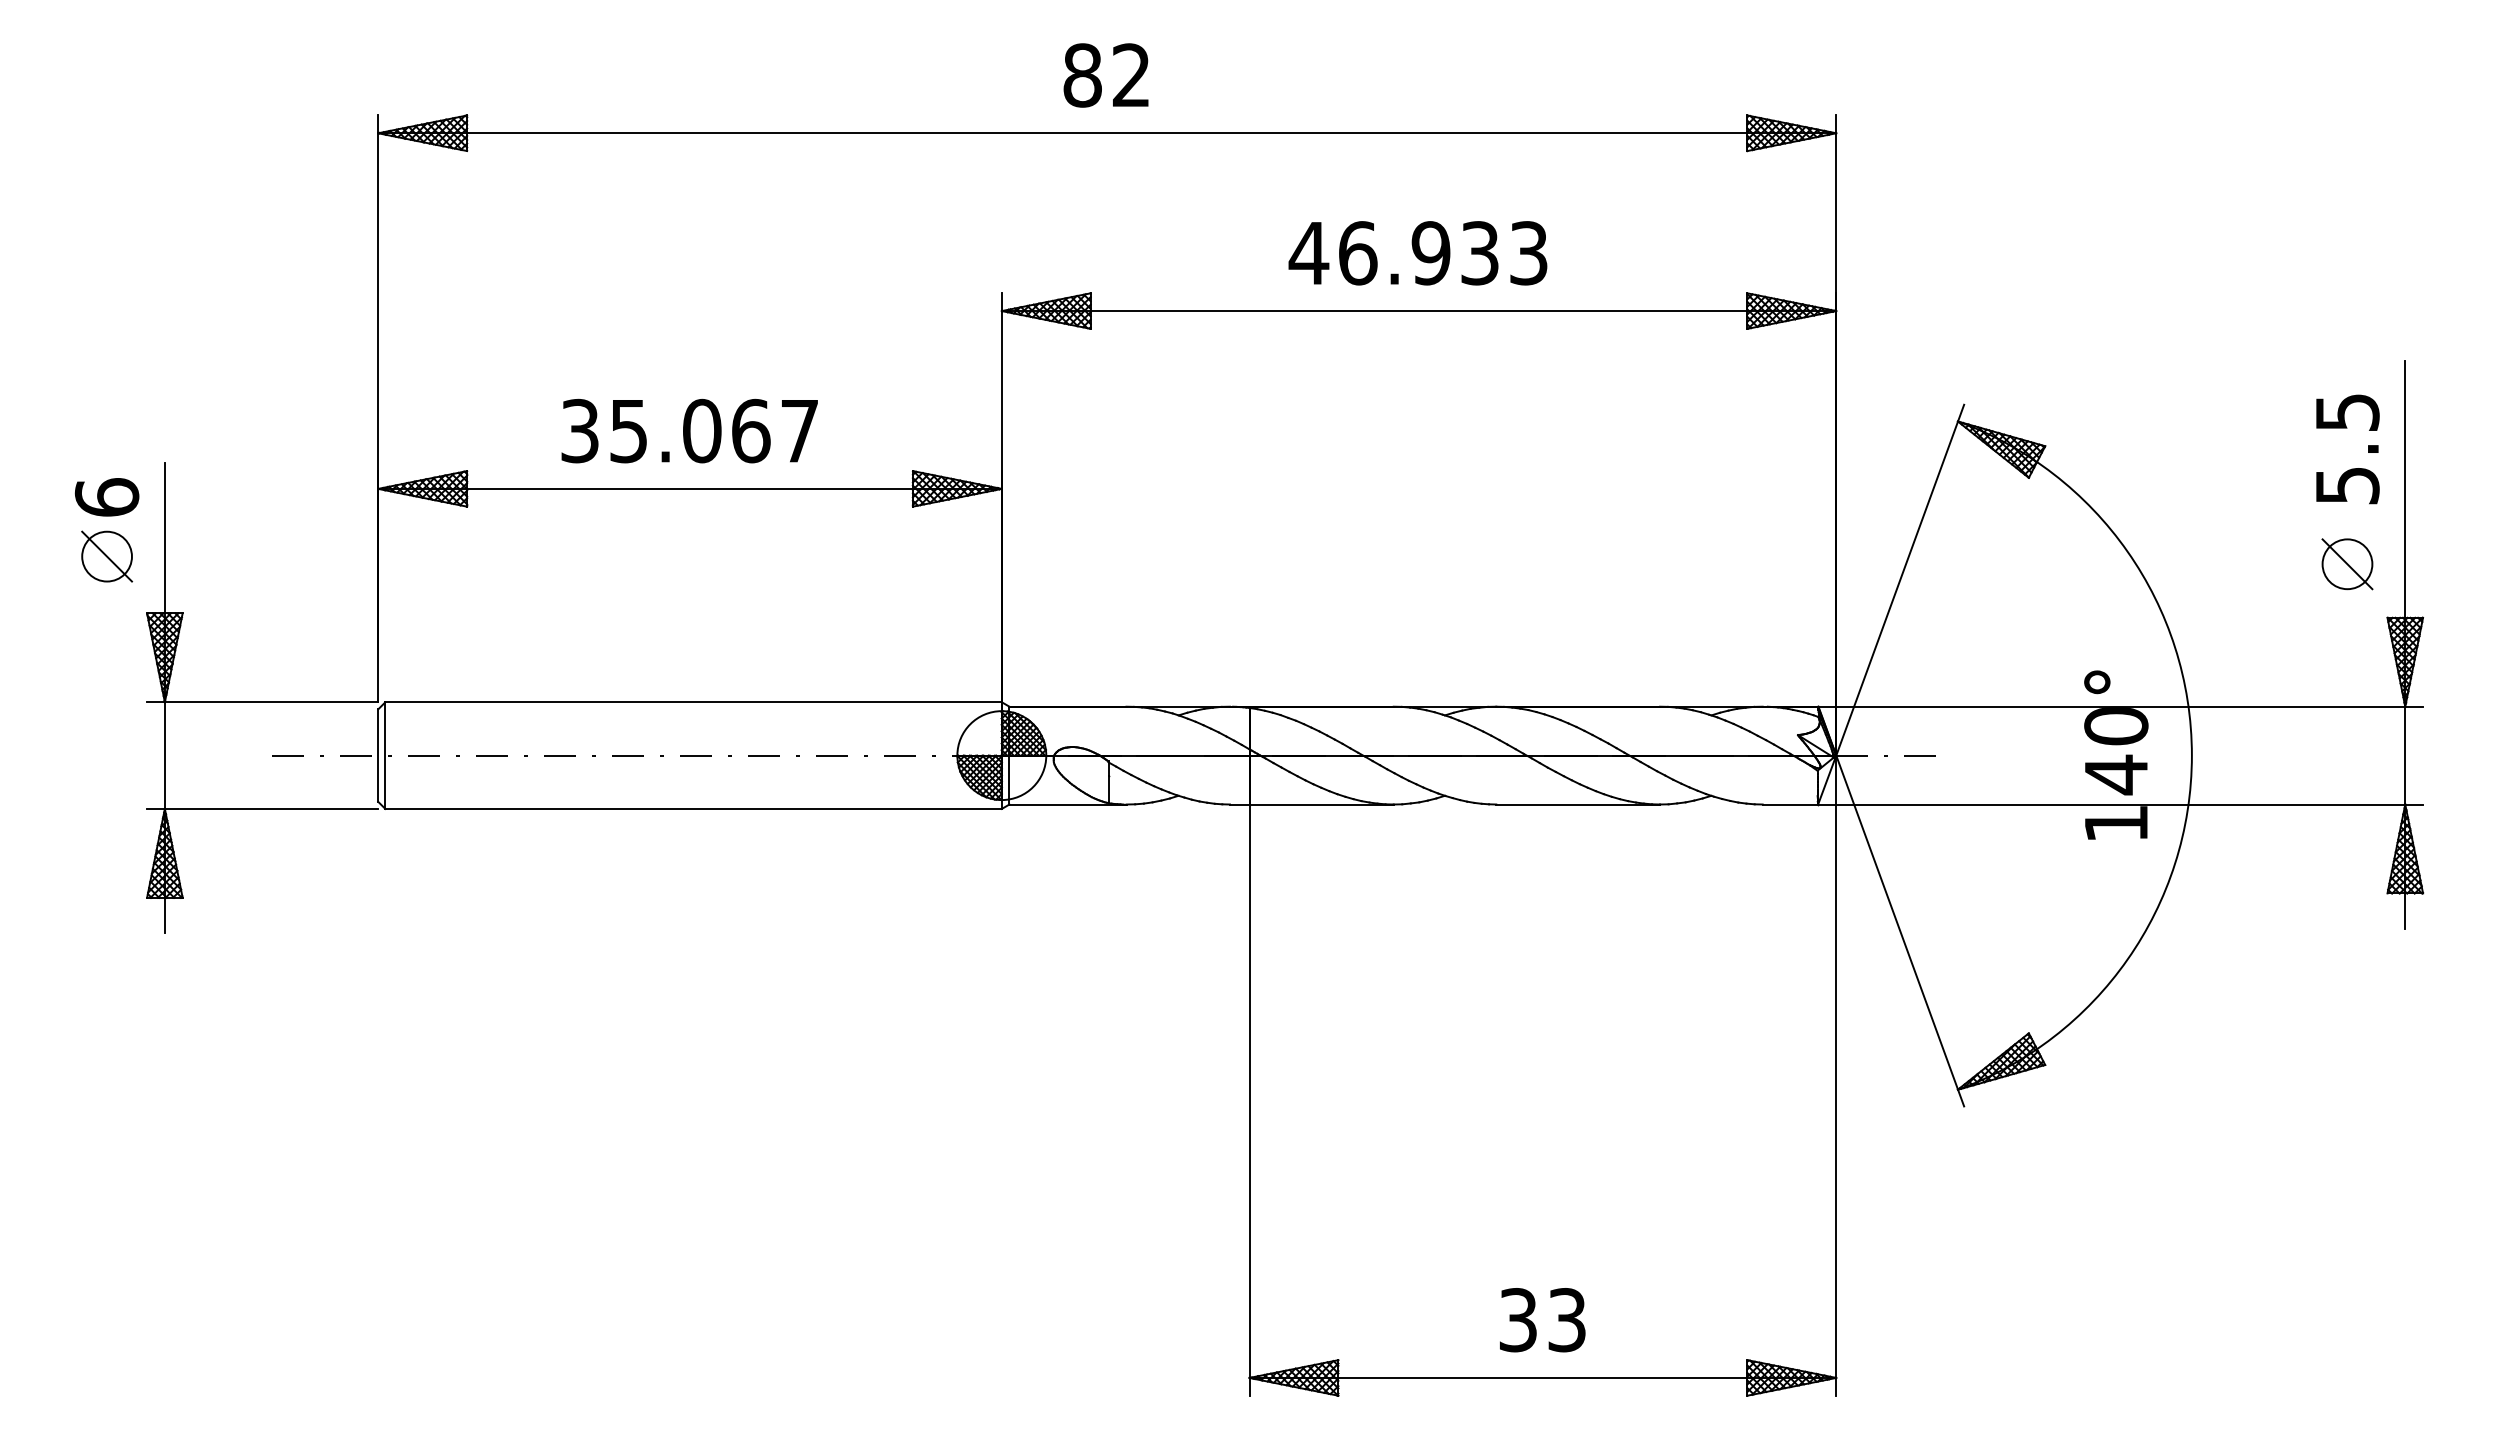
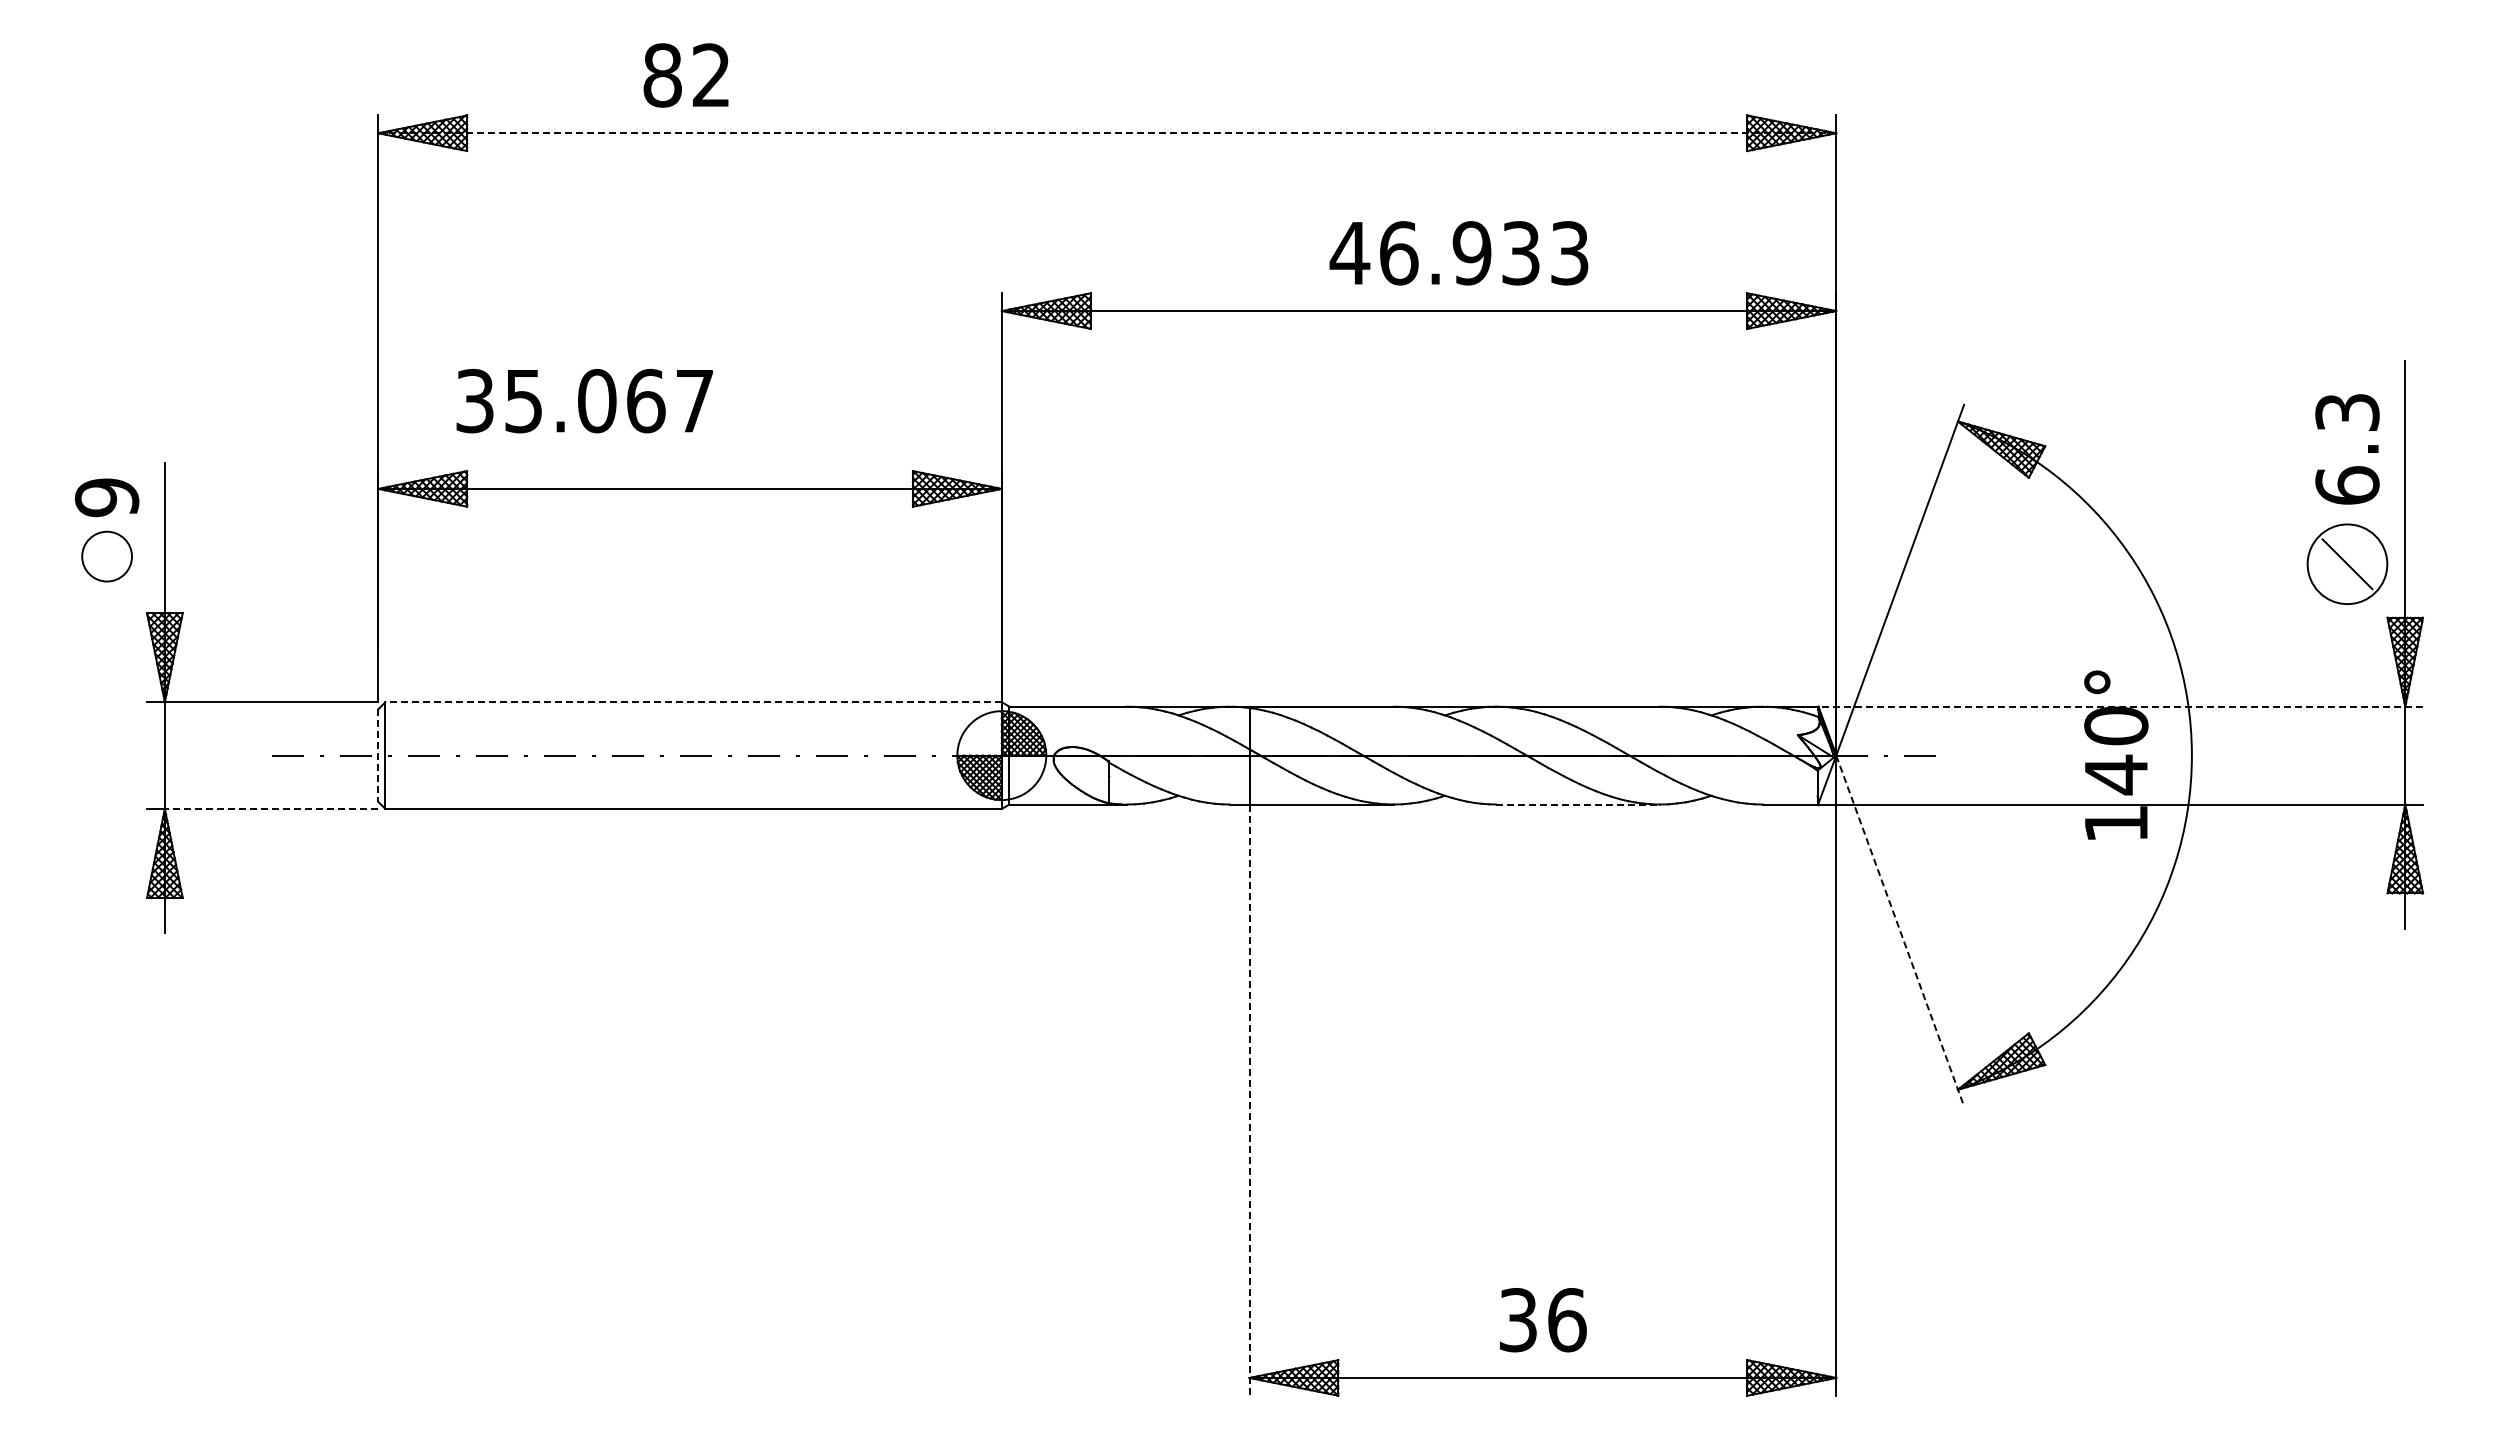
text at (1105, 75) position: (1105, 75) -> (685, 75)
line at (1107, 133): solid -> dashed
text at (1417, 253) position: (1417, 253) -> (1458, 253)
text at (689, 430) position: (689, 430) -> (584, 400)
text at (2347, 449): 5.5 -> 6.3
text at (106, 497): 6 -> 9
line at (106, 556): present -> none
circle at (2347, 564) diameter: 50 px -> 80 px
line at (693, 702): solid -> dashed
line at (2120, 706): solid -> dashed
line at (378, 756): solid -> dashed
line at (1578, 804): solid -> dashed
line at (271, 808): solid -> dashed
line at (1900, 931): solid -> dashed
line at (1249, 1100): solid -> dashed
text at (1567, 1320): 33 -> 36
